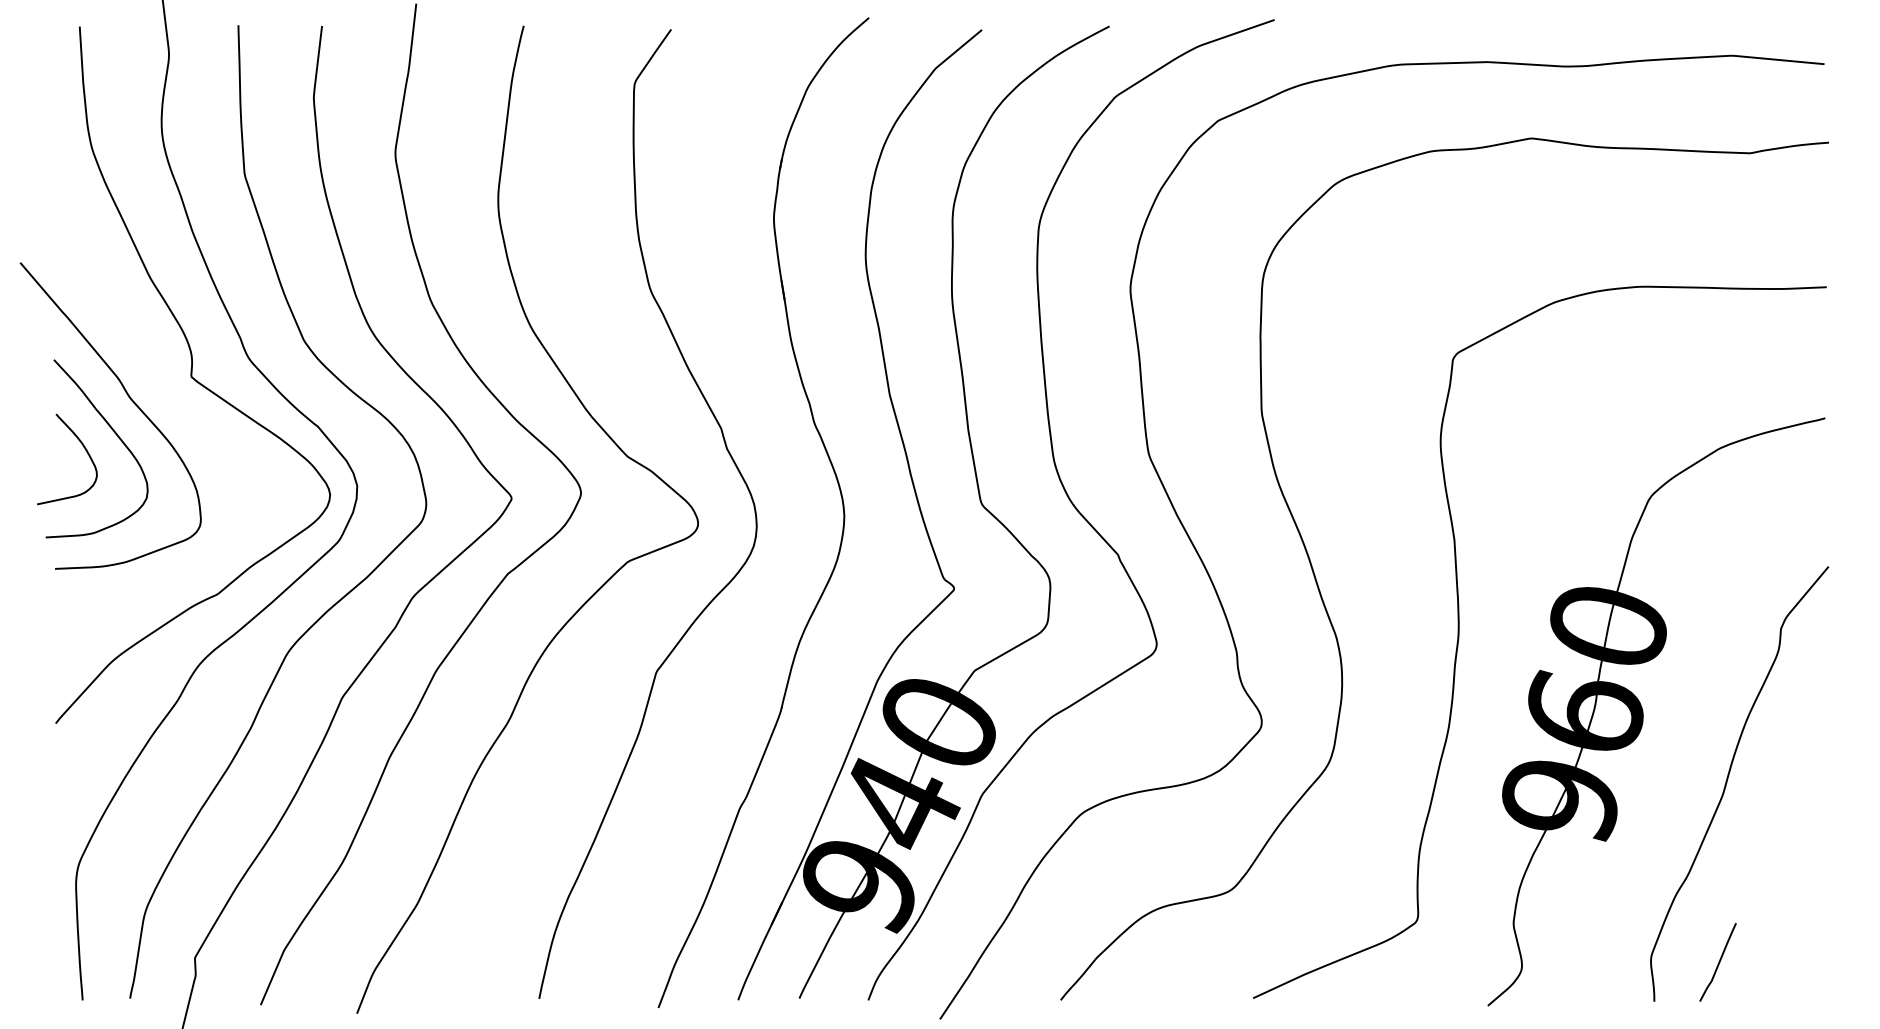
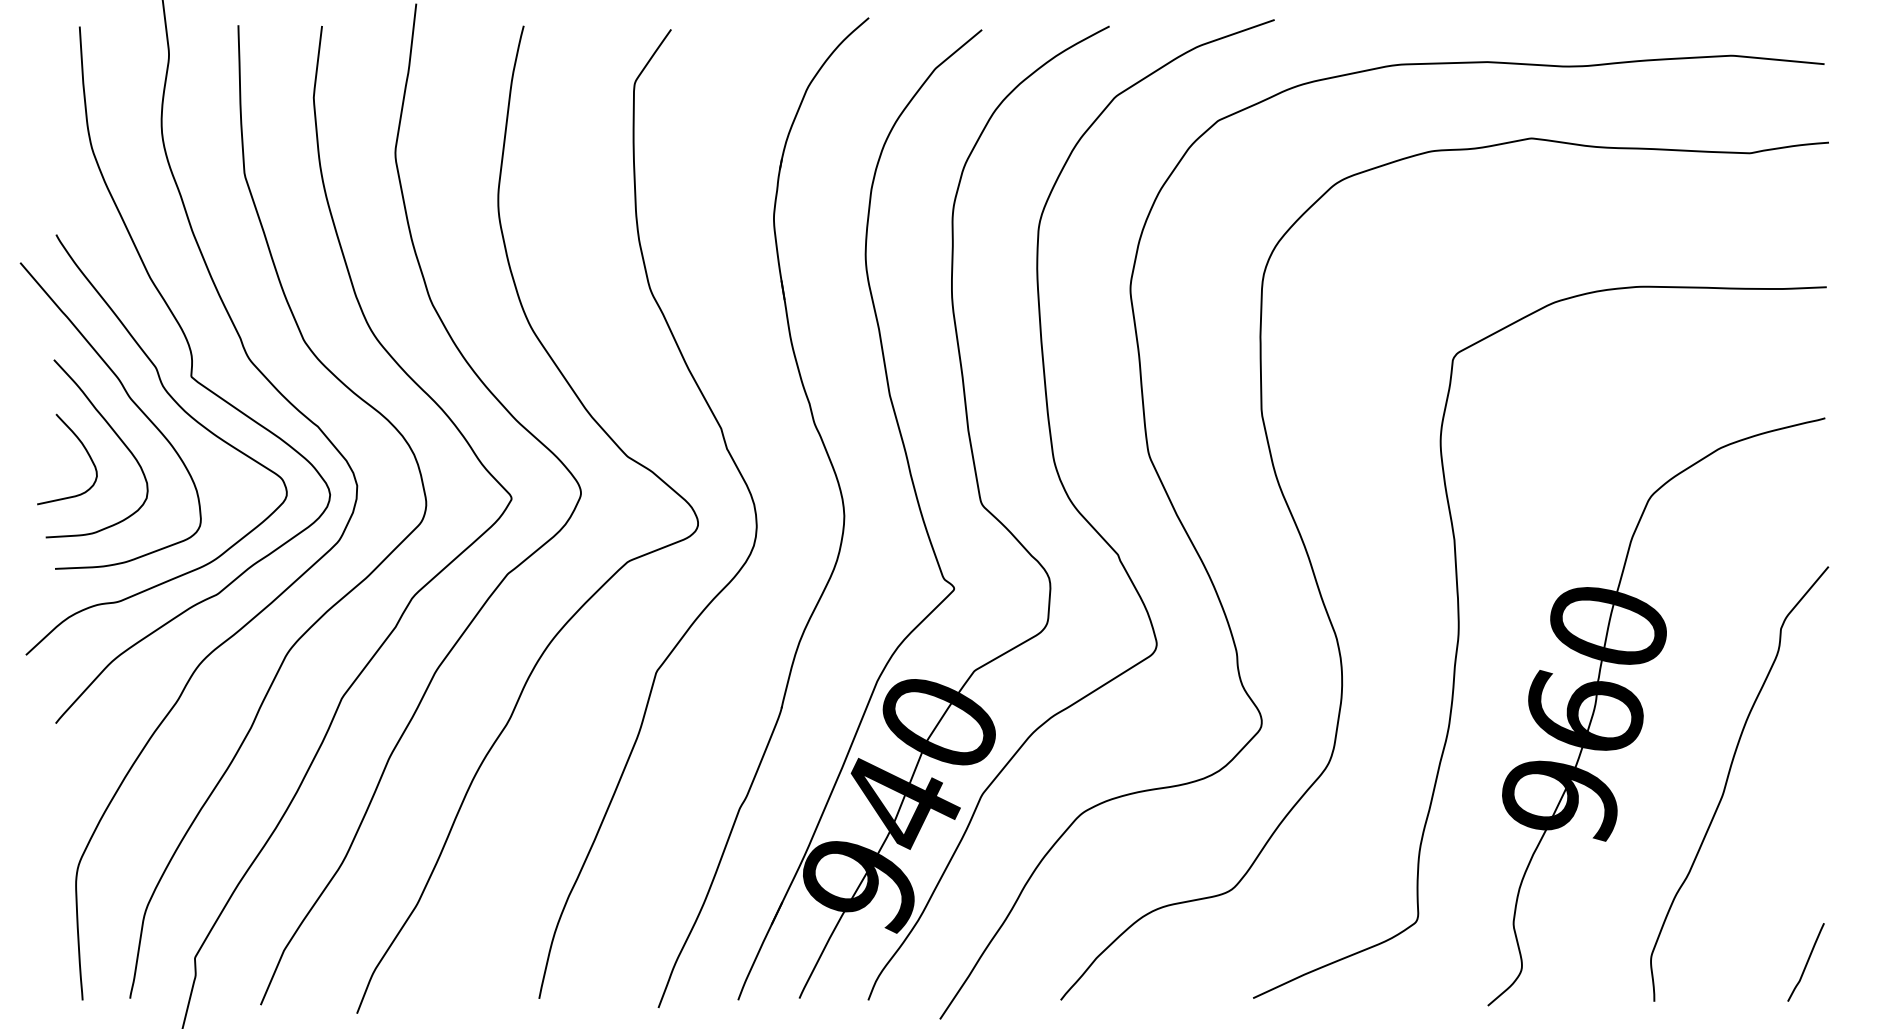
curve at (185, 413): none -> present
curve at (1718, 962) position: (1718, 962) -> (1806, 962)
